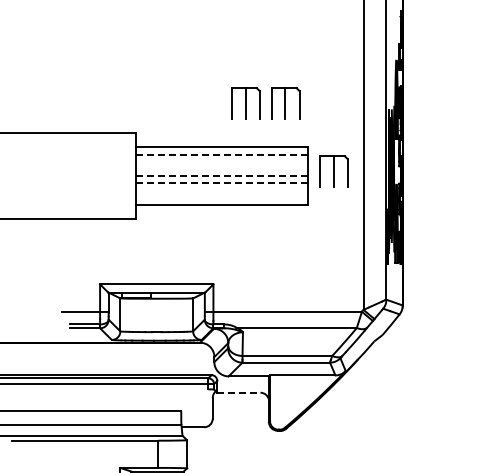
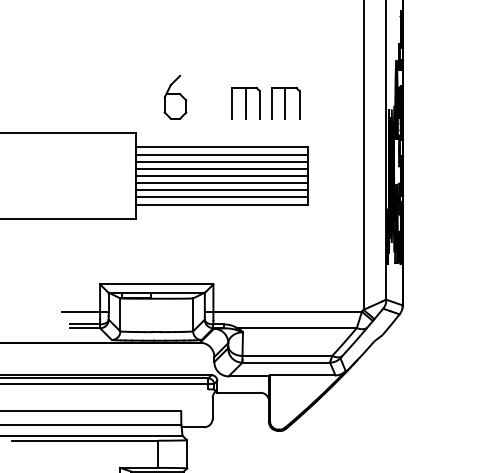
part at (175, 96): none -> present
line at (221, 154): dashed -> solid
line at (221, 161): none -> present
line at (221, 168): none -> present
part at (333, 171): present -> none
line at (221, 175): dashed -> solid
line at (221, 183): dashed -> solid
line at (221, 190): none -> present
line at (221, 197): none -> present
line at (238, 392): dashed -> solid
